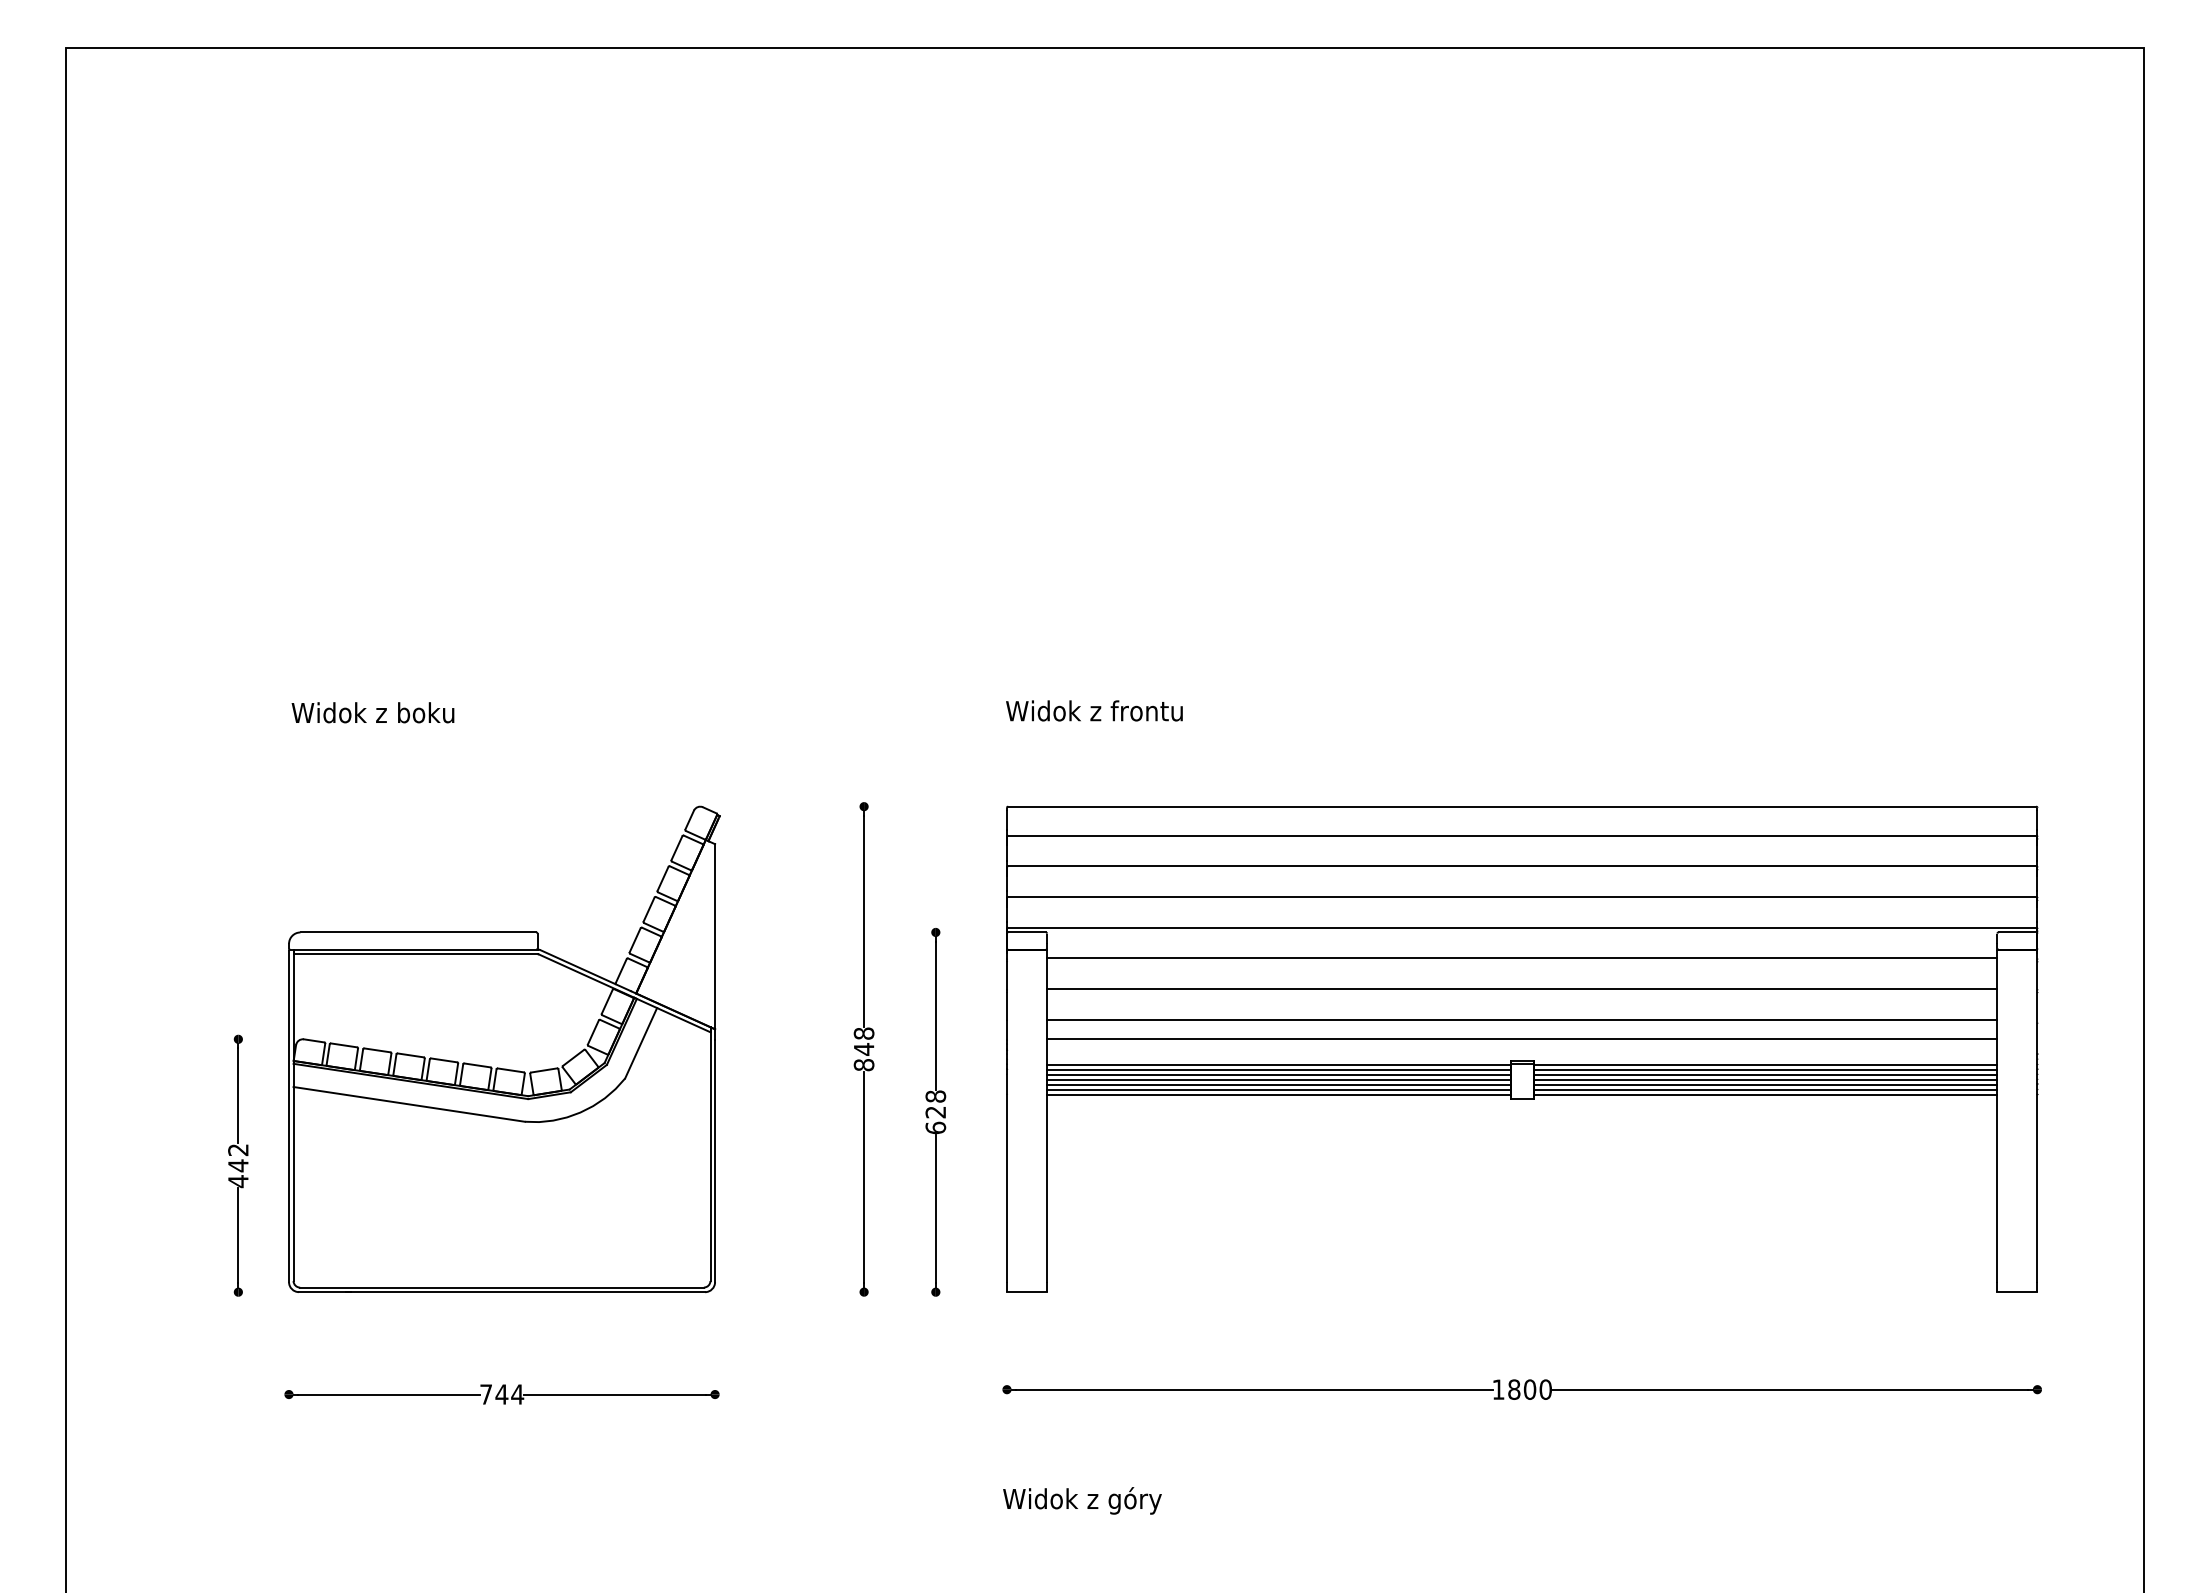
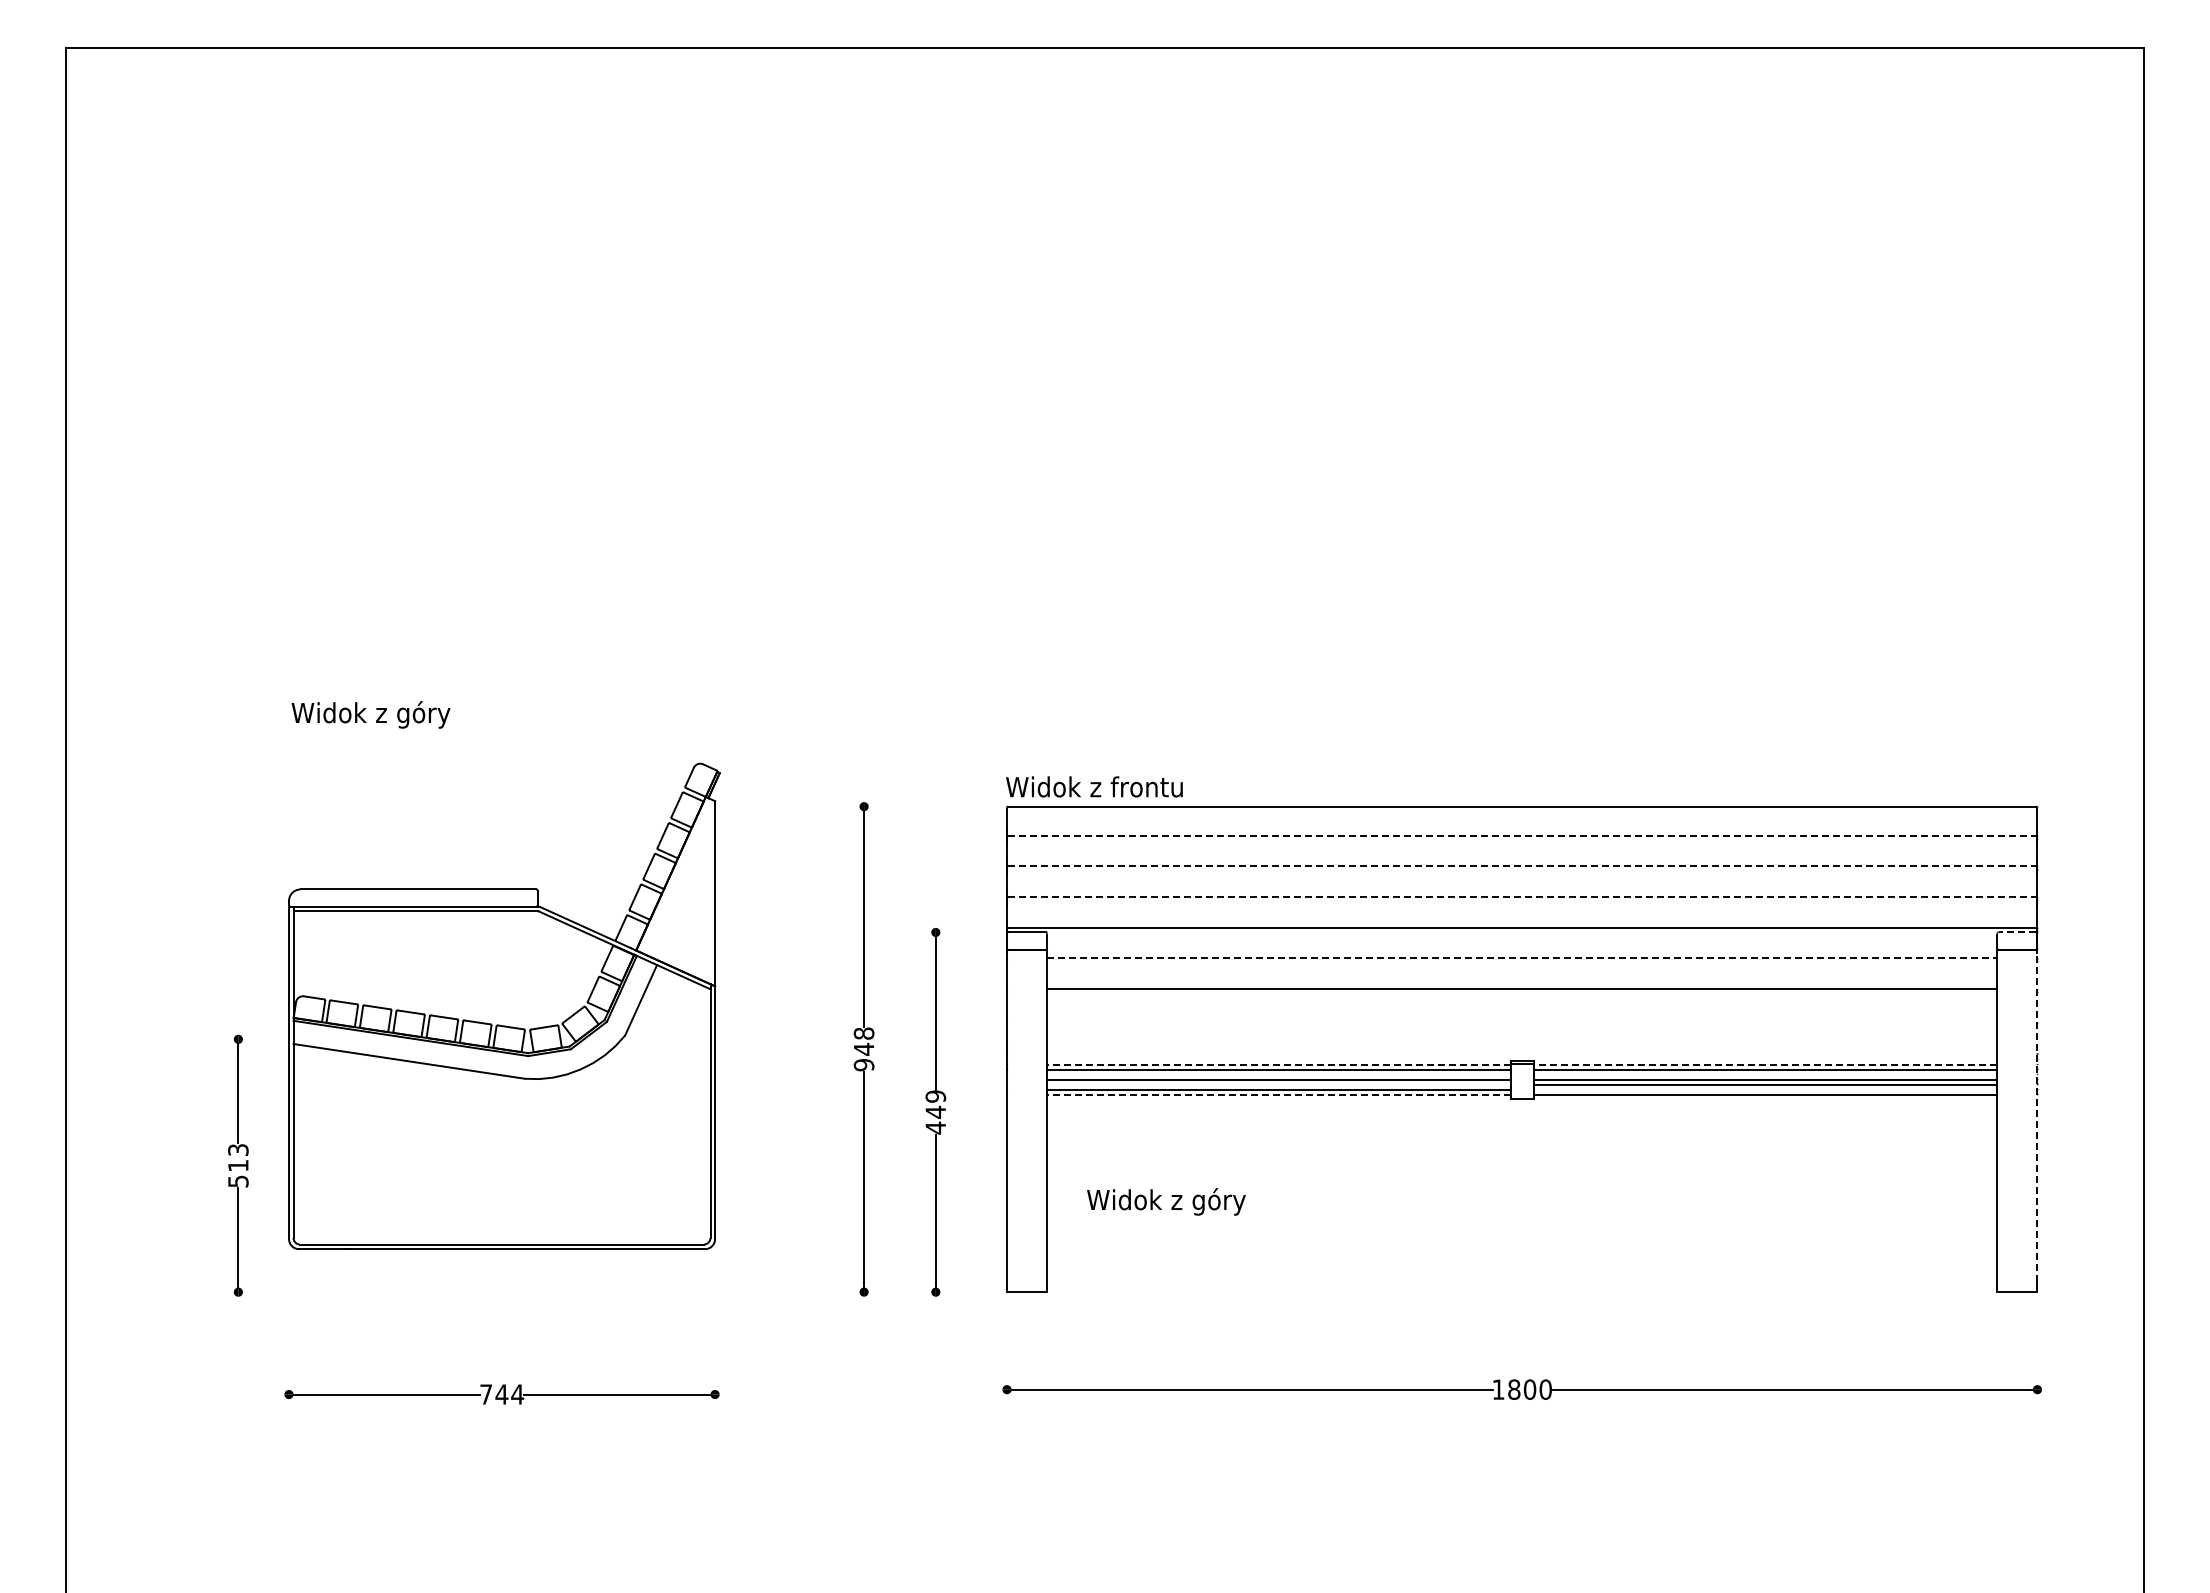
text at (1094, 710) position: (1094, 710) -> (1094, 786)
text at (425, 714): Widok z boku -> Widok z góry
line at (1522, 835): solid -> dashed
line at (1522, 866): solid -> dashed
line at (1522, 896): solid -> dashed
line at (2017, 932): solid -> dashed
line at (1522, 958): solid -> dashed
line at (1522, 1019): present -> none
line at (1522, 1039): present -> none
part at (504, 1049) position: (504, 1049) -> (504, 1006)
text at (864, 1065): 848 -> 948
line at (1278, 1065): solid -> dashed
line at (1765, 1065): solid -> dashed
line at (1278, 1074): present -> none
line at (1765, 1074): present -> none
line at (1278, 1085): present -> none
line at (1765, 1090): present -> none
line at (1278, 1095): solid -> dashed
text at (935, 1112): 628 -> 449
line at (2037, 1116): solid -> dashed
text at (238, 1166): 442 -> 513
text at (1082, 1500) position: (1082, 1500) -> (1166, 1201)
